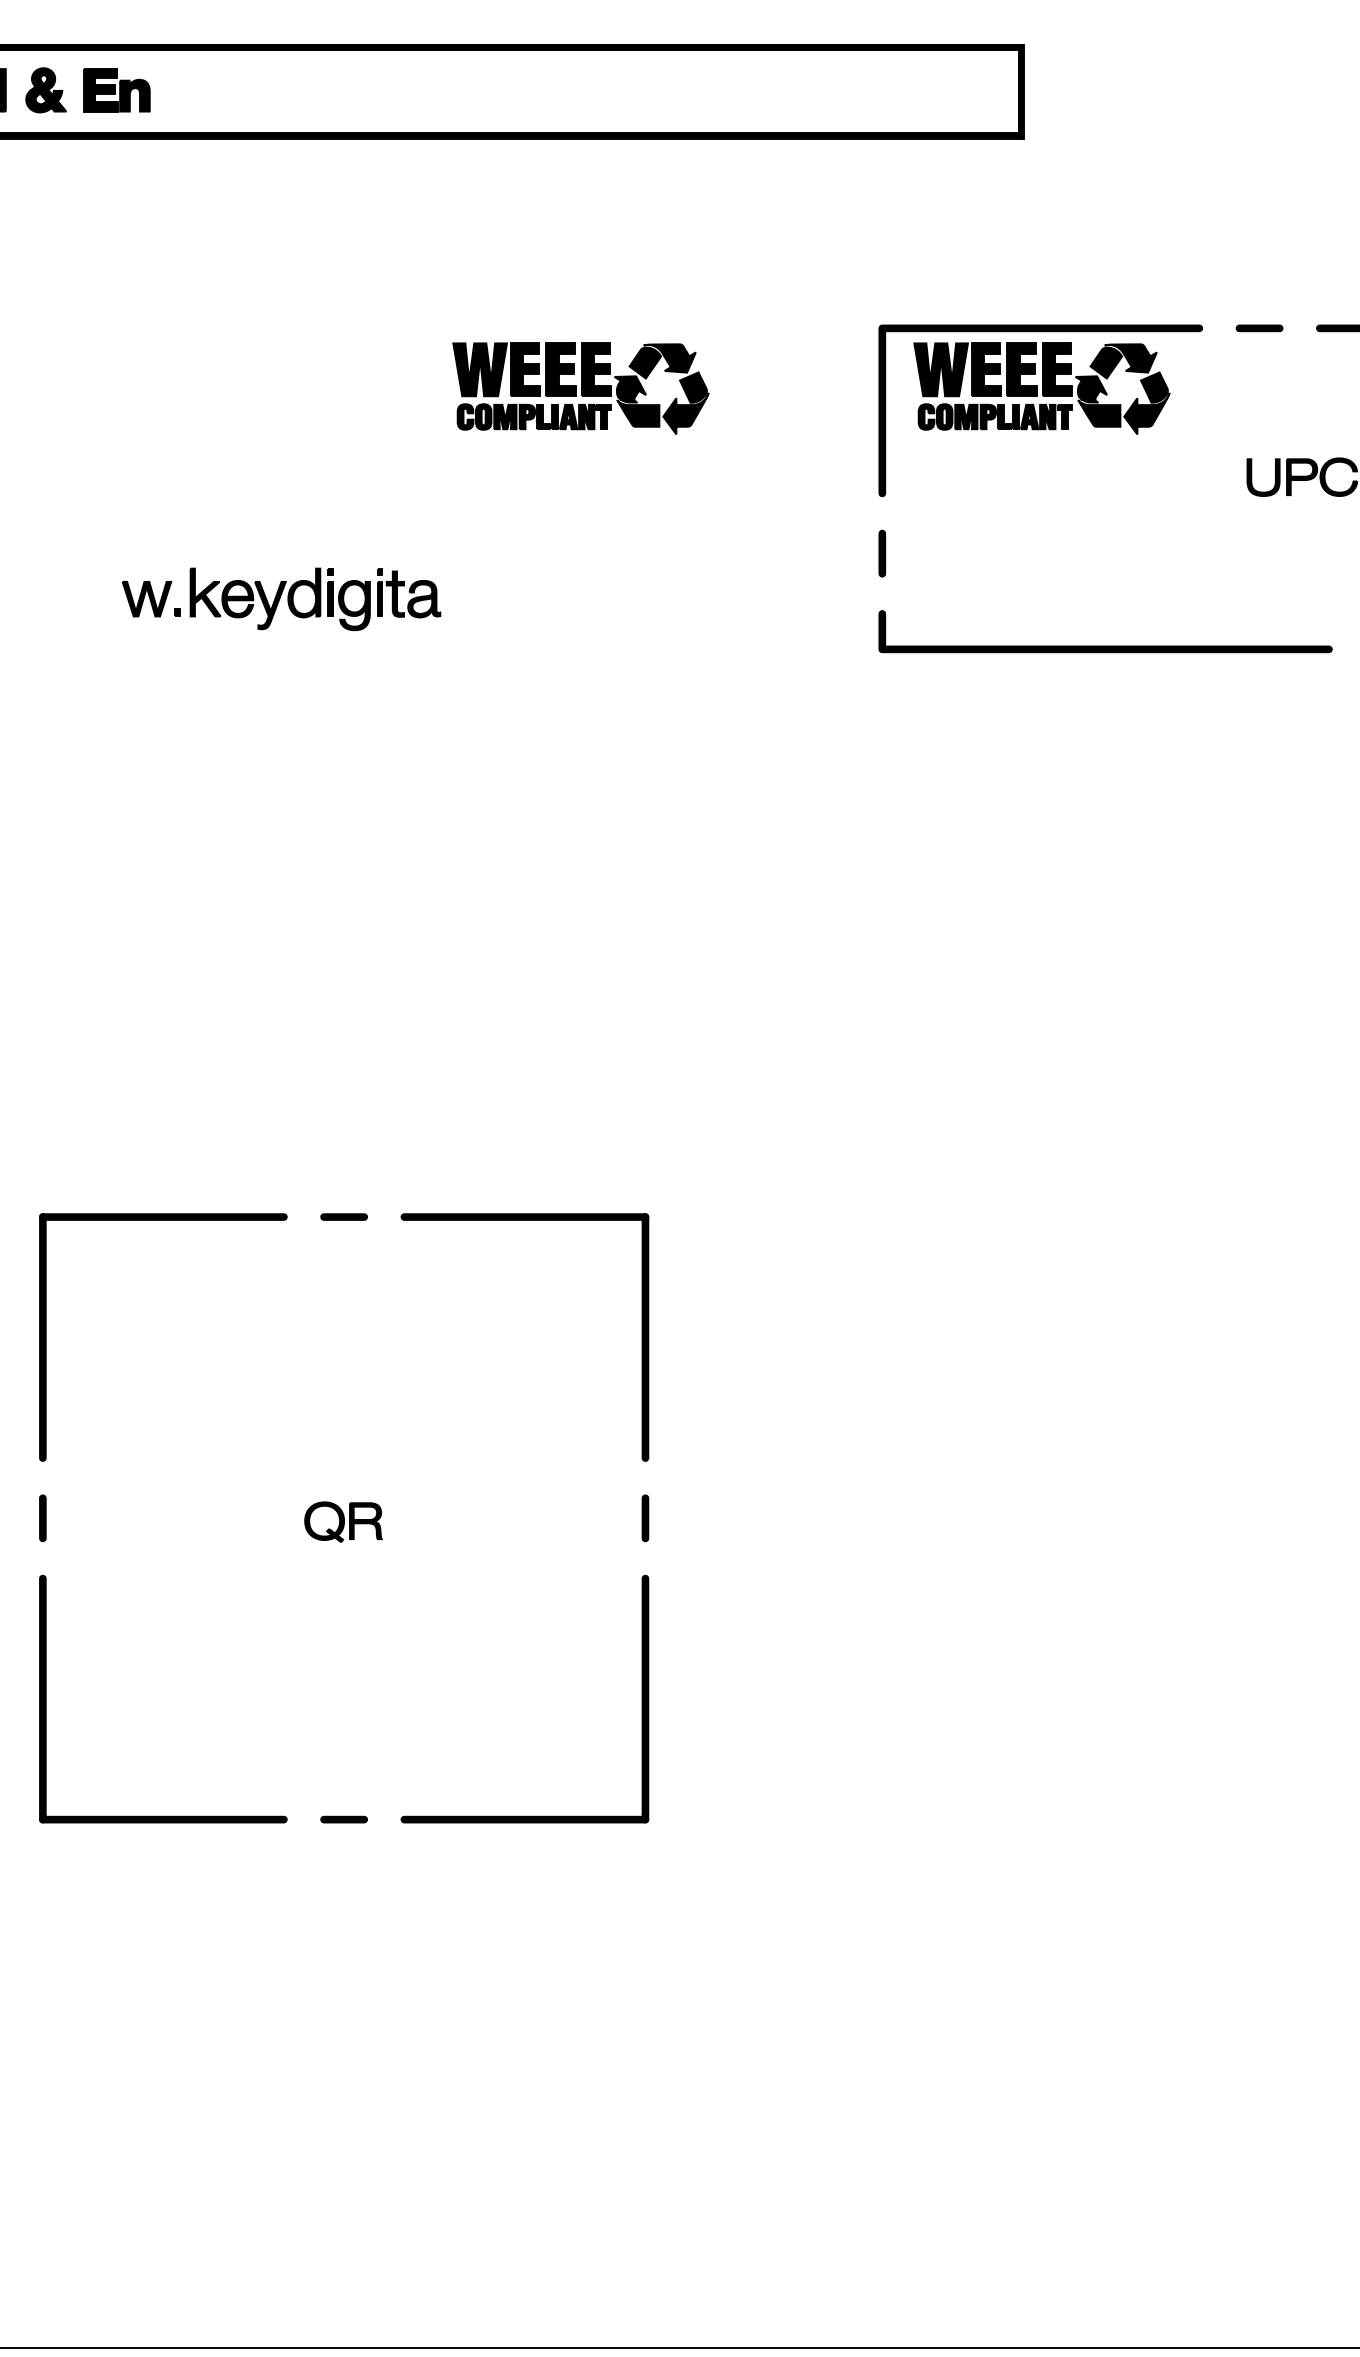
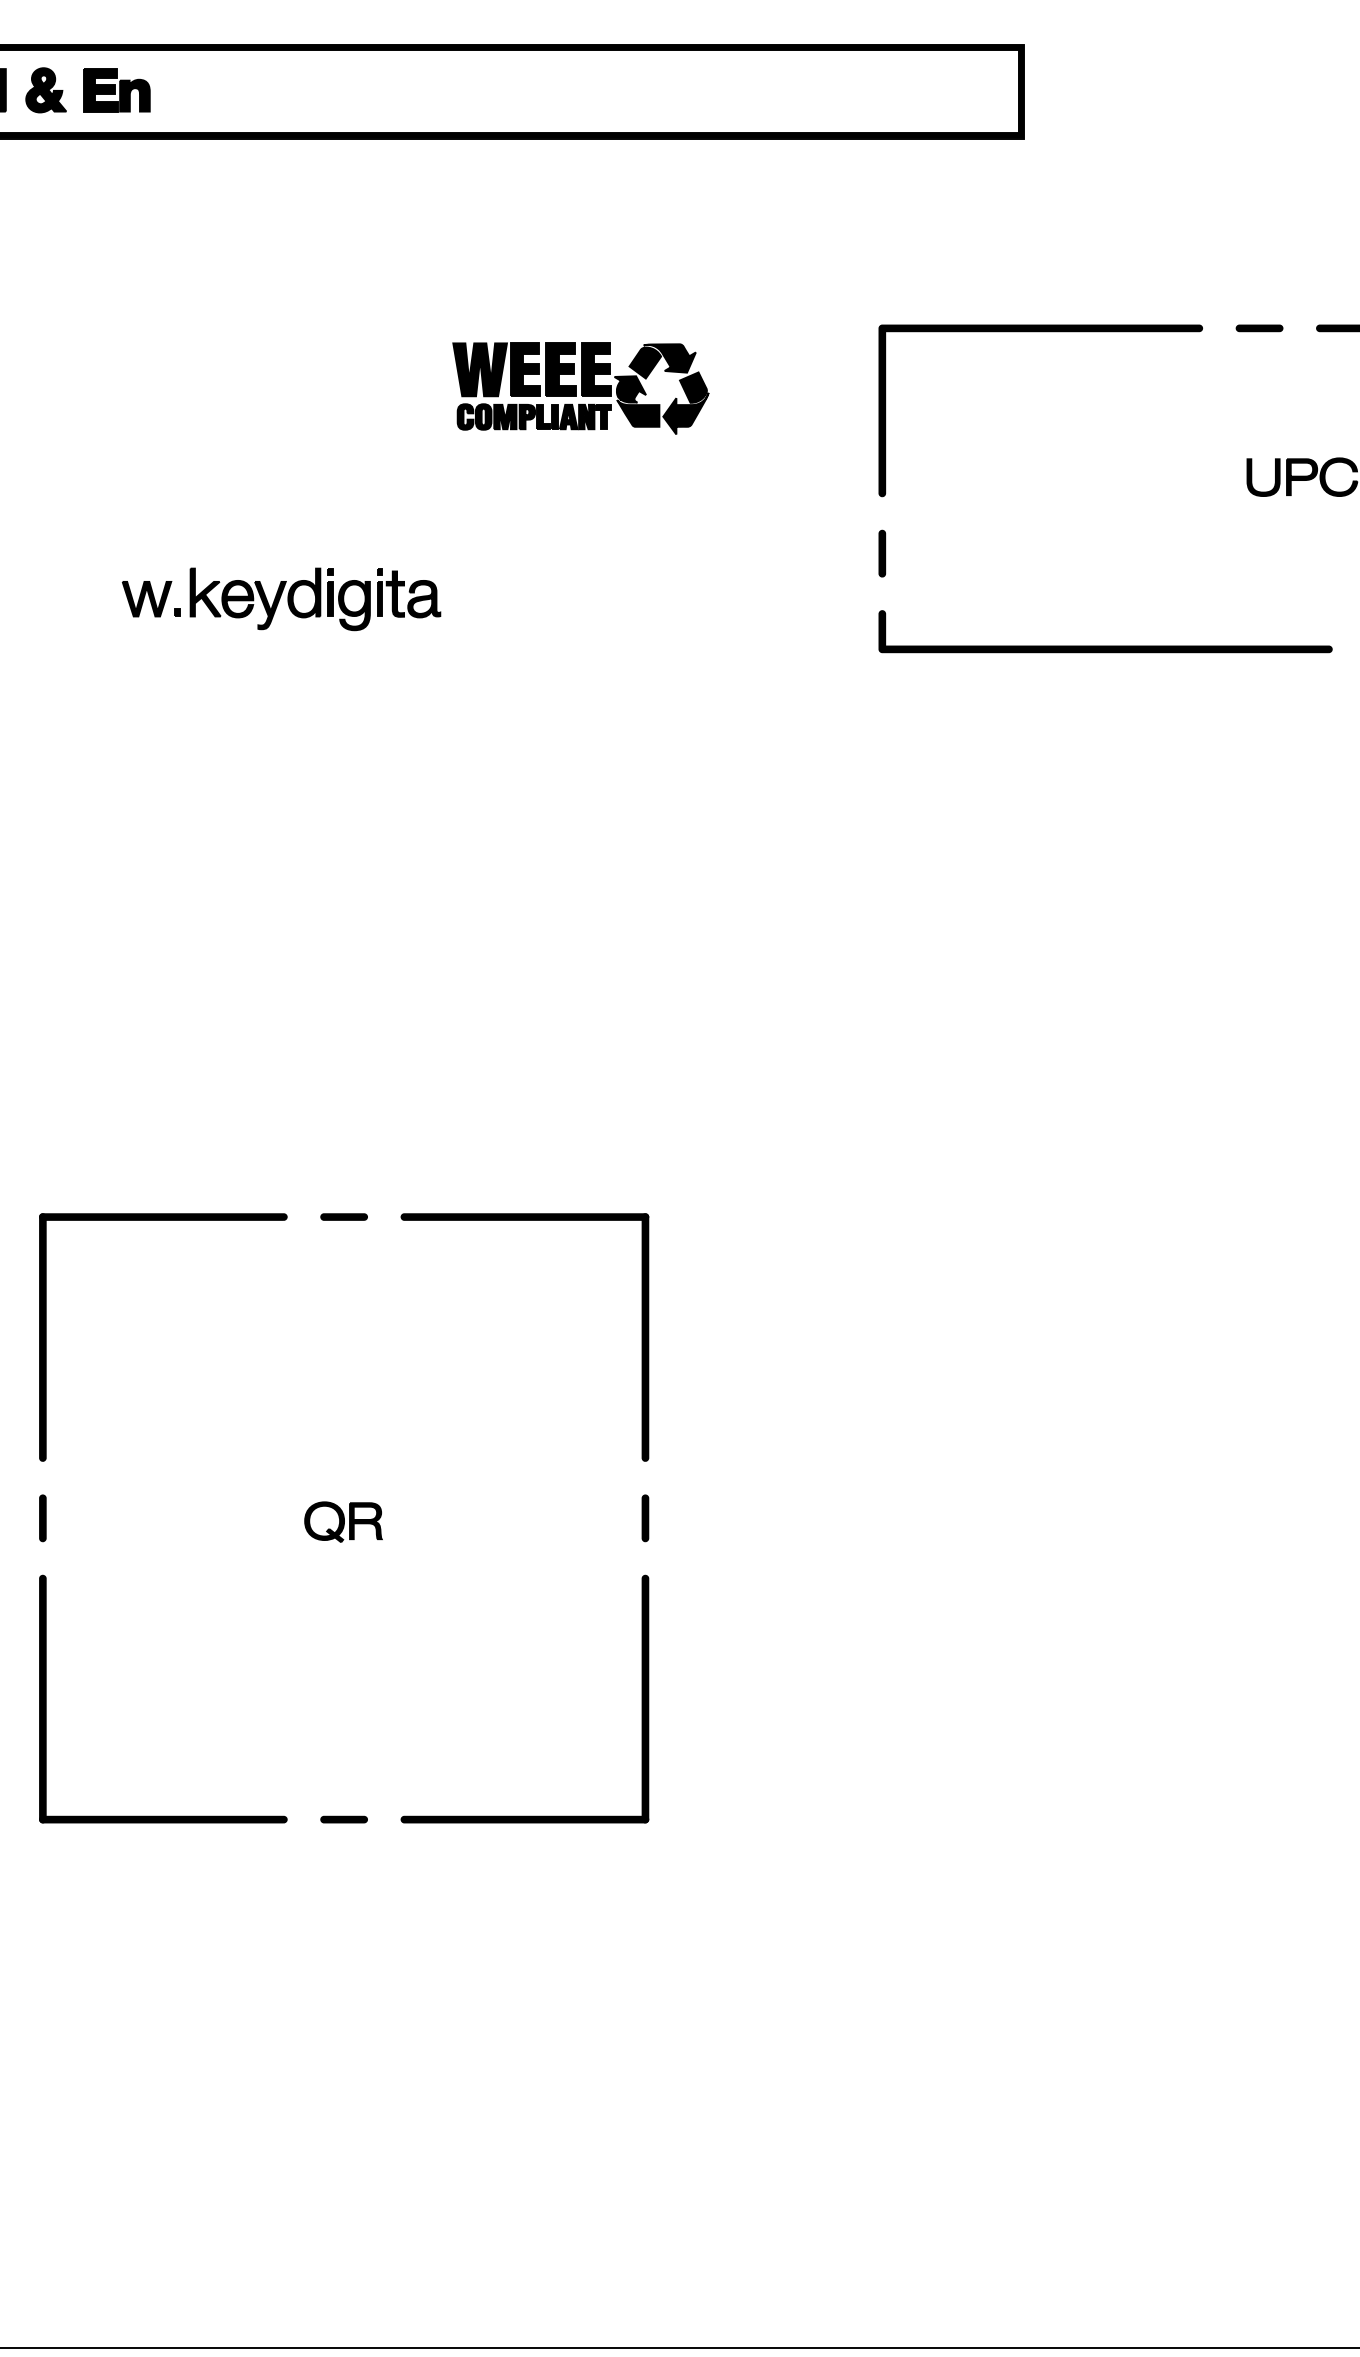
part at (1041, 388): present -> none
